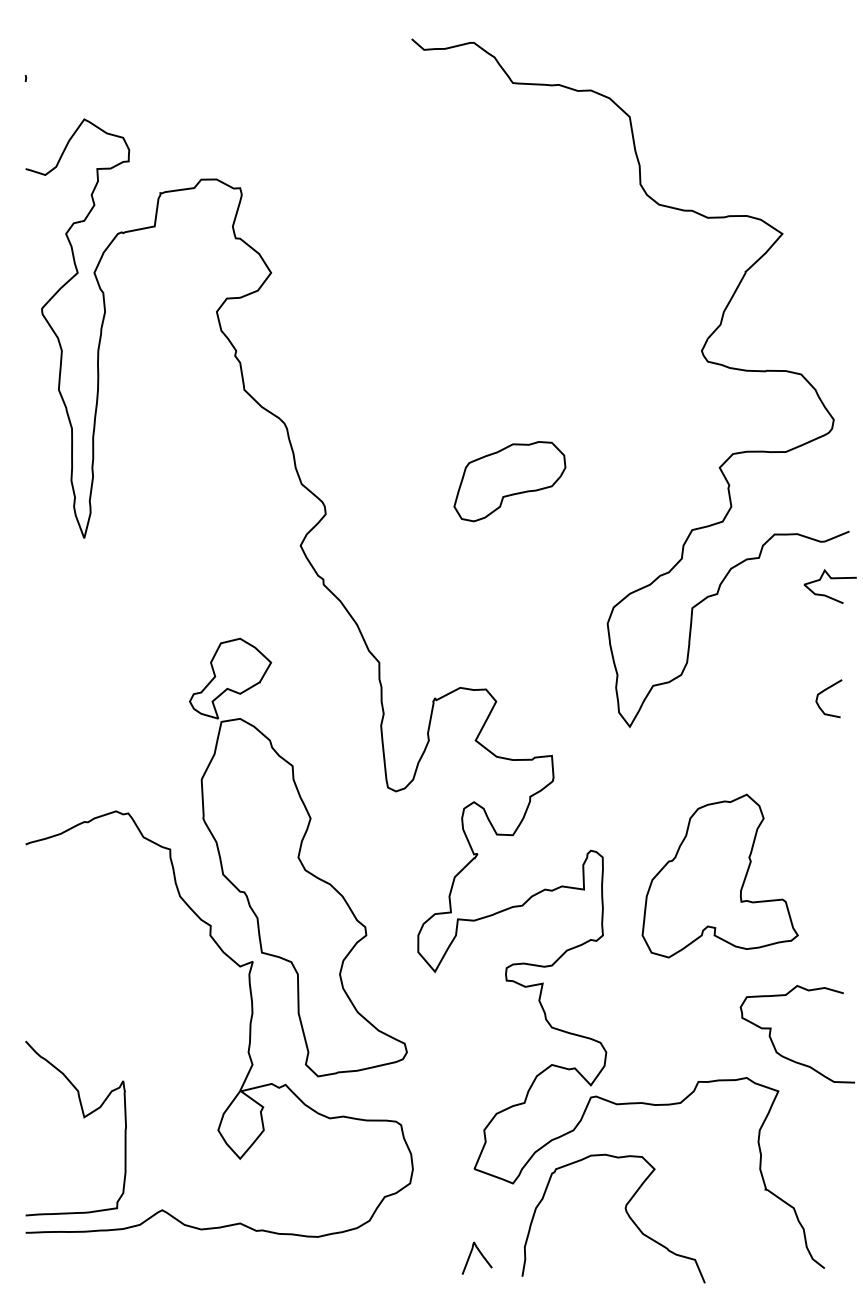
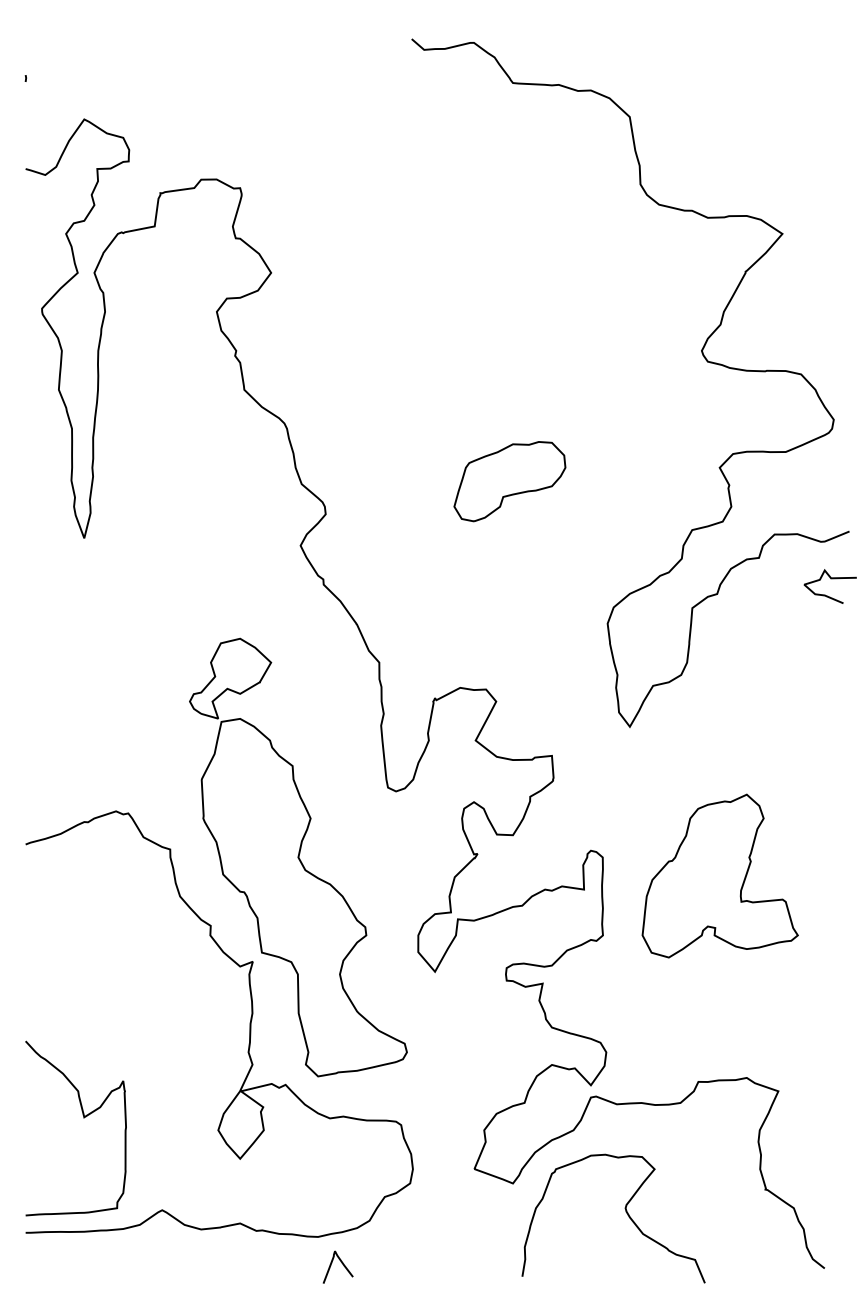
curve at (823, 692): present -> none
curve at (774, 1044): present -> none
curve at (480, 1254) position: (480, 1254) -> (341, 1263)
